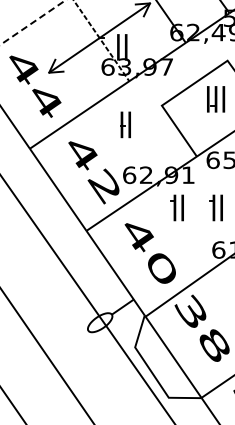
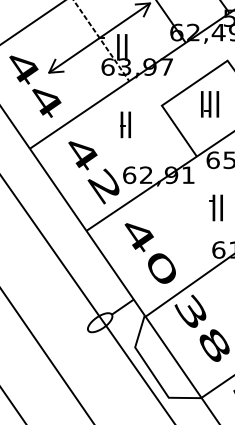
line at (33, 22): dashed -> solid
part at (216, 99) position: (216, 99) -> (210, 104)
part at (176, 207): present -> none
